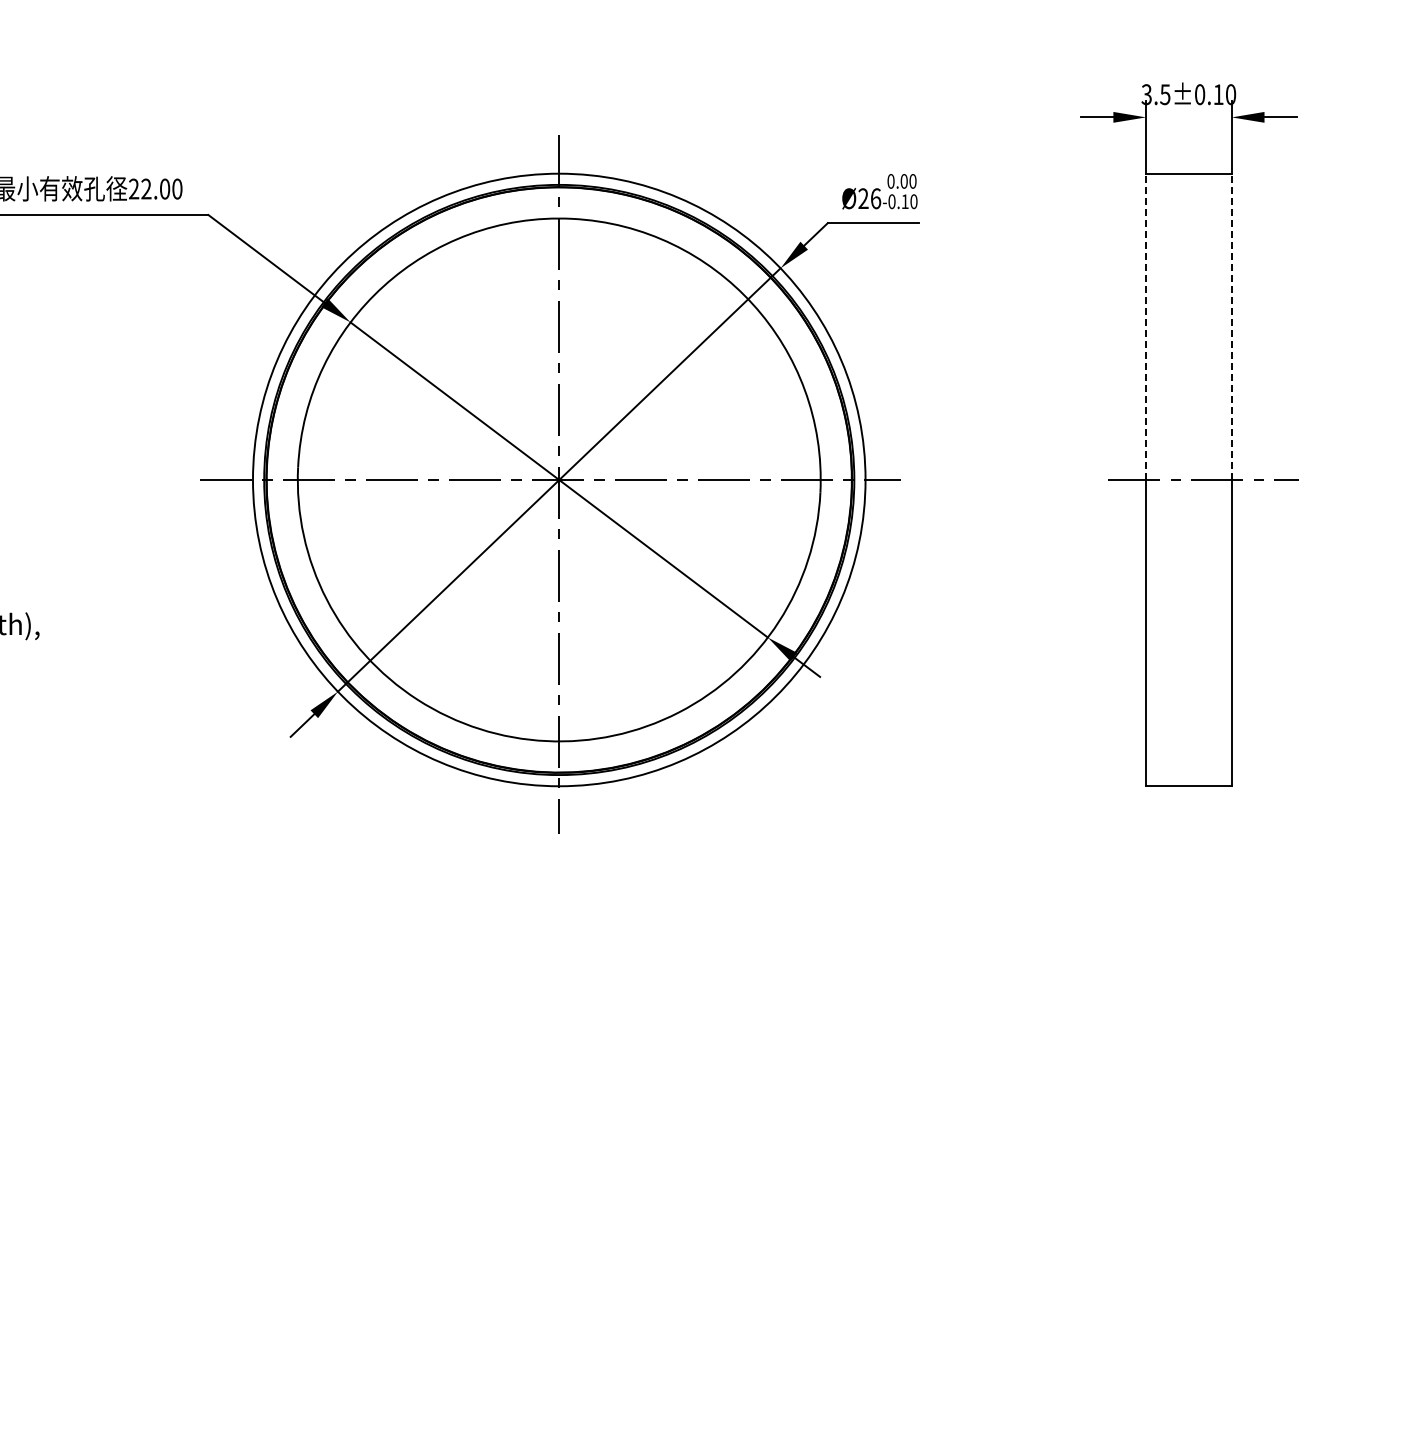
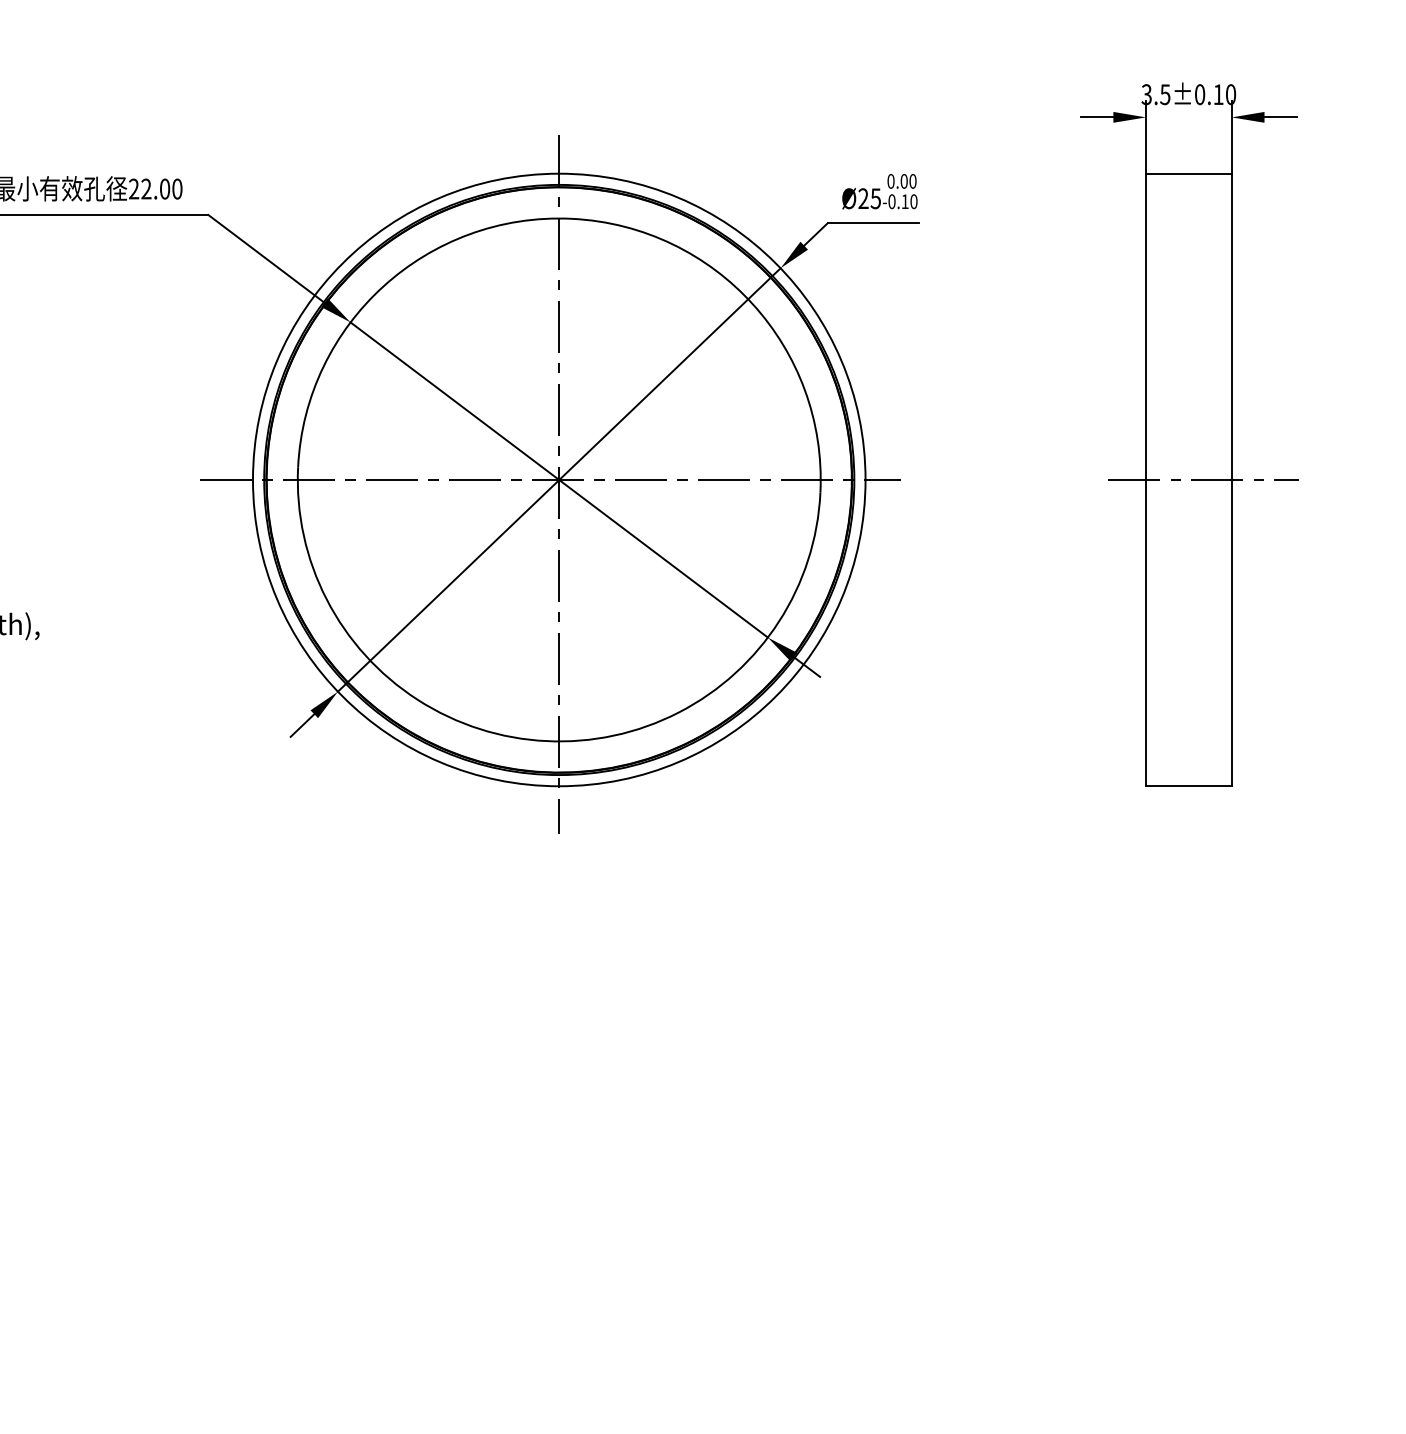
text at (875, 198): Ø26 -> Ø25
line at (1146, 326): dashed -> solid
line at (1231, 326): dashed -> solid
